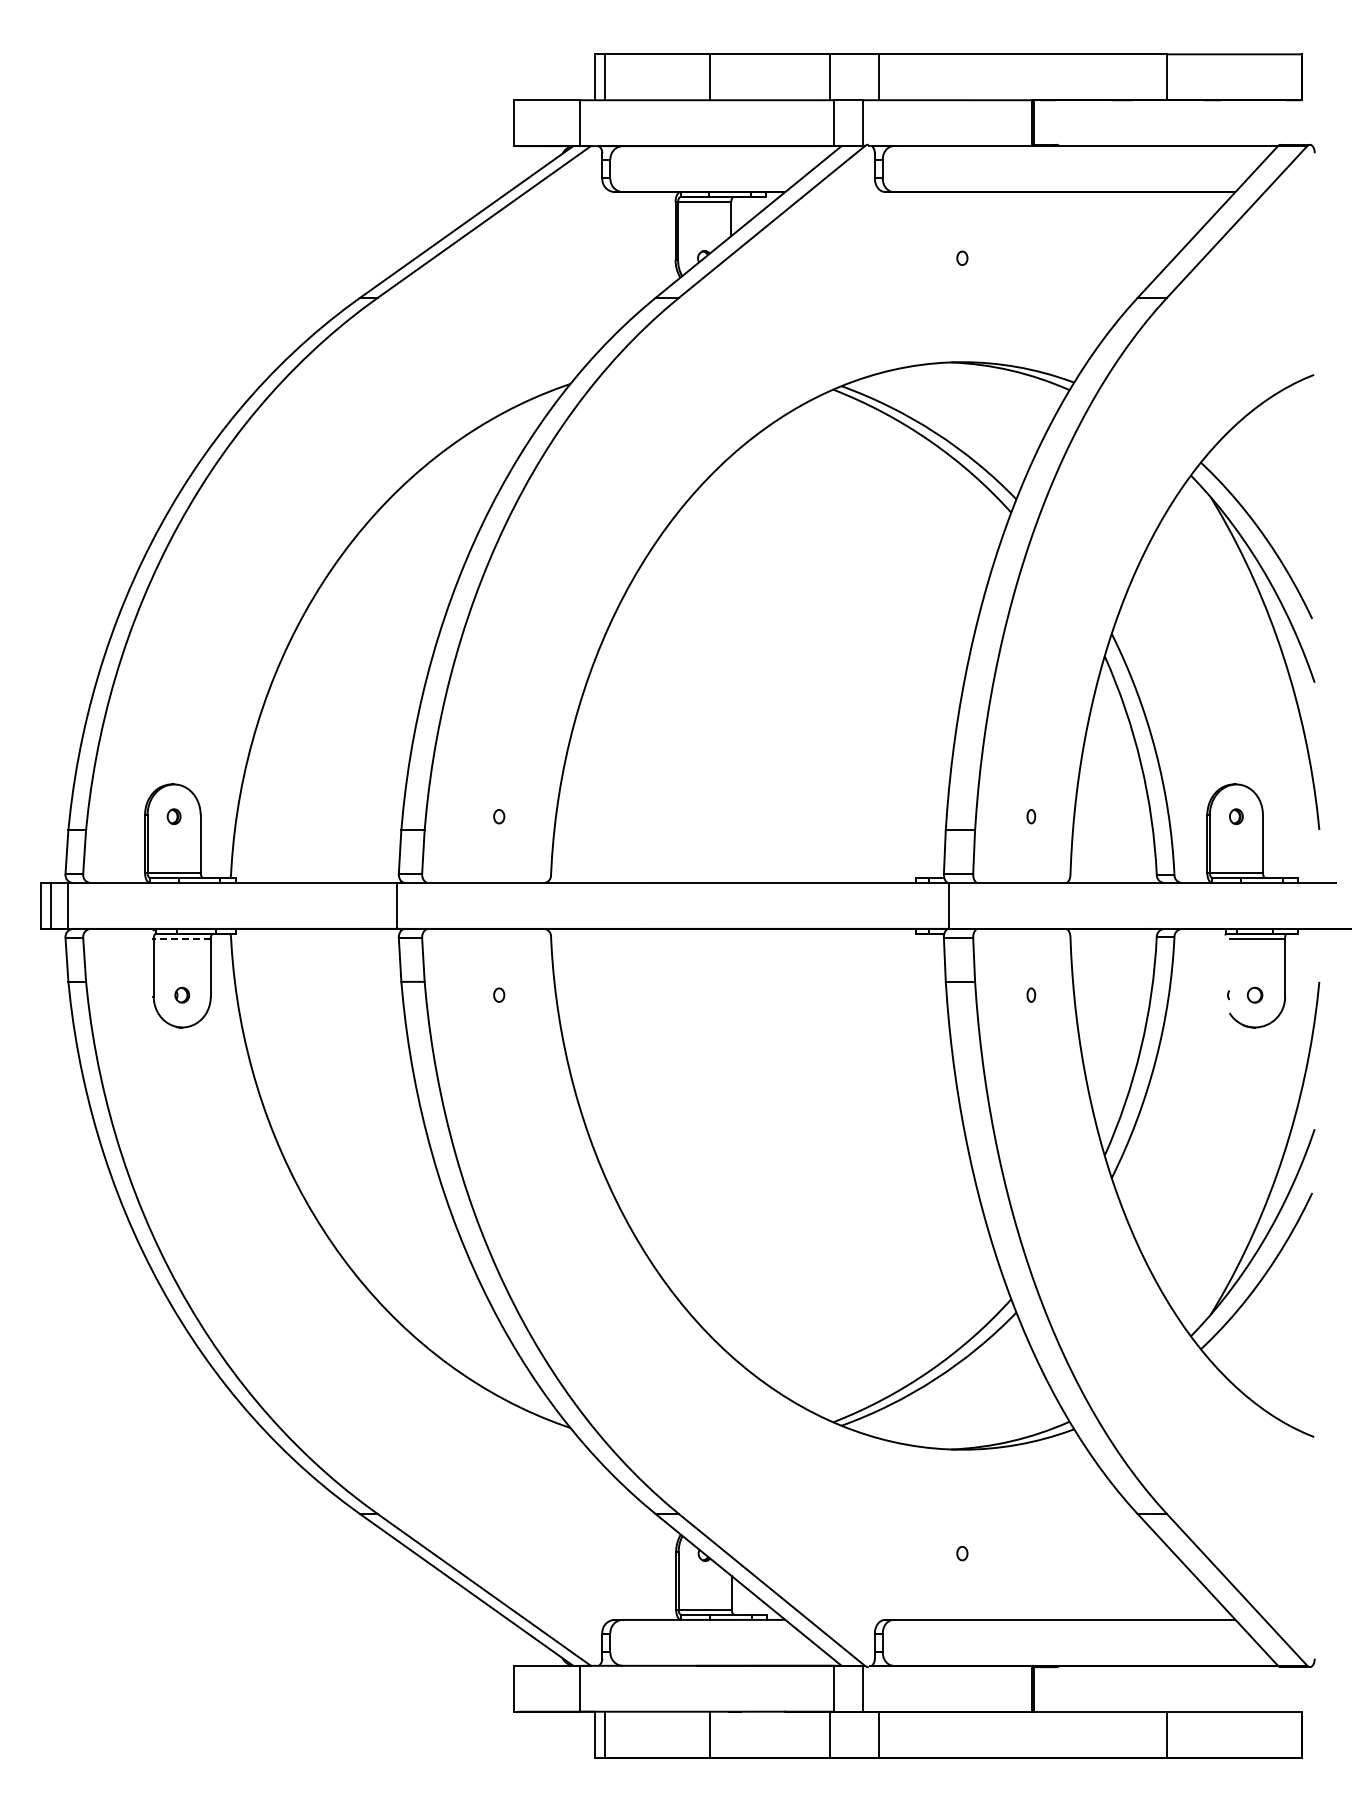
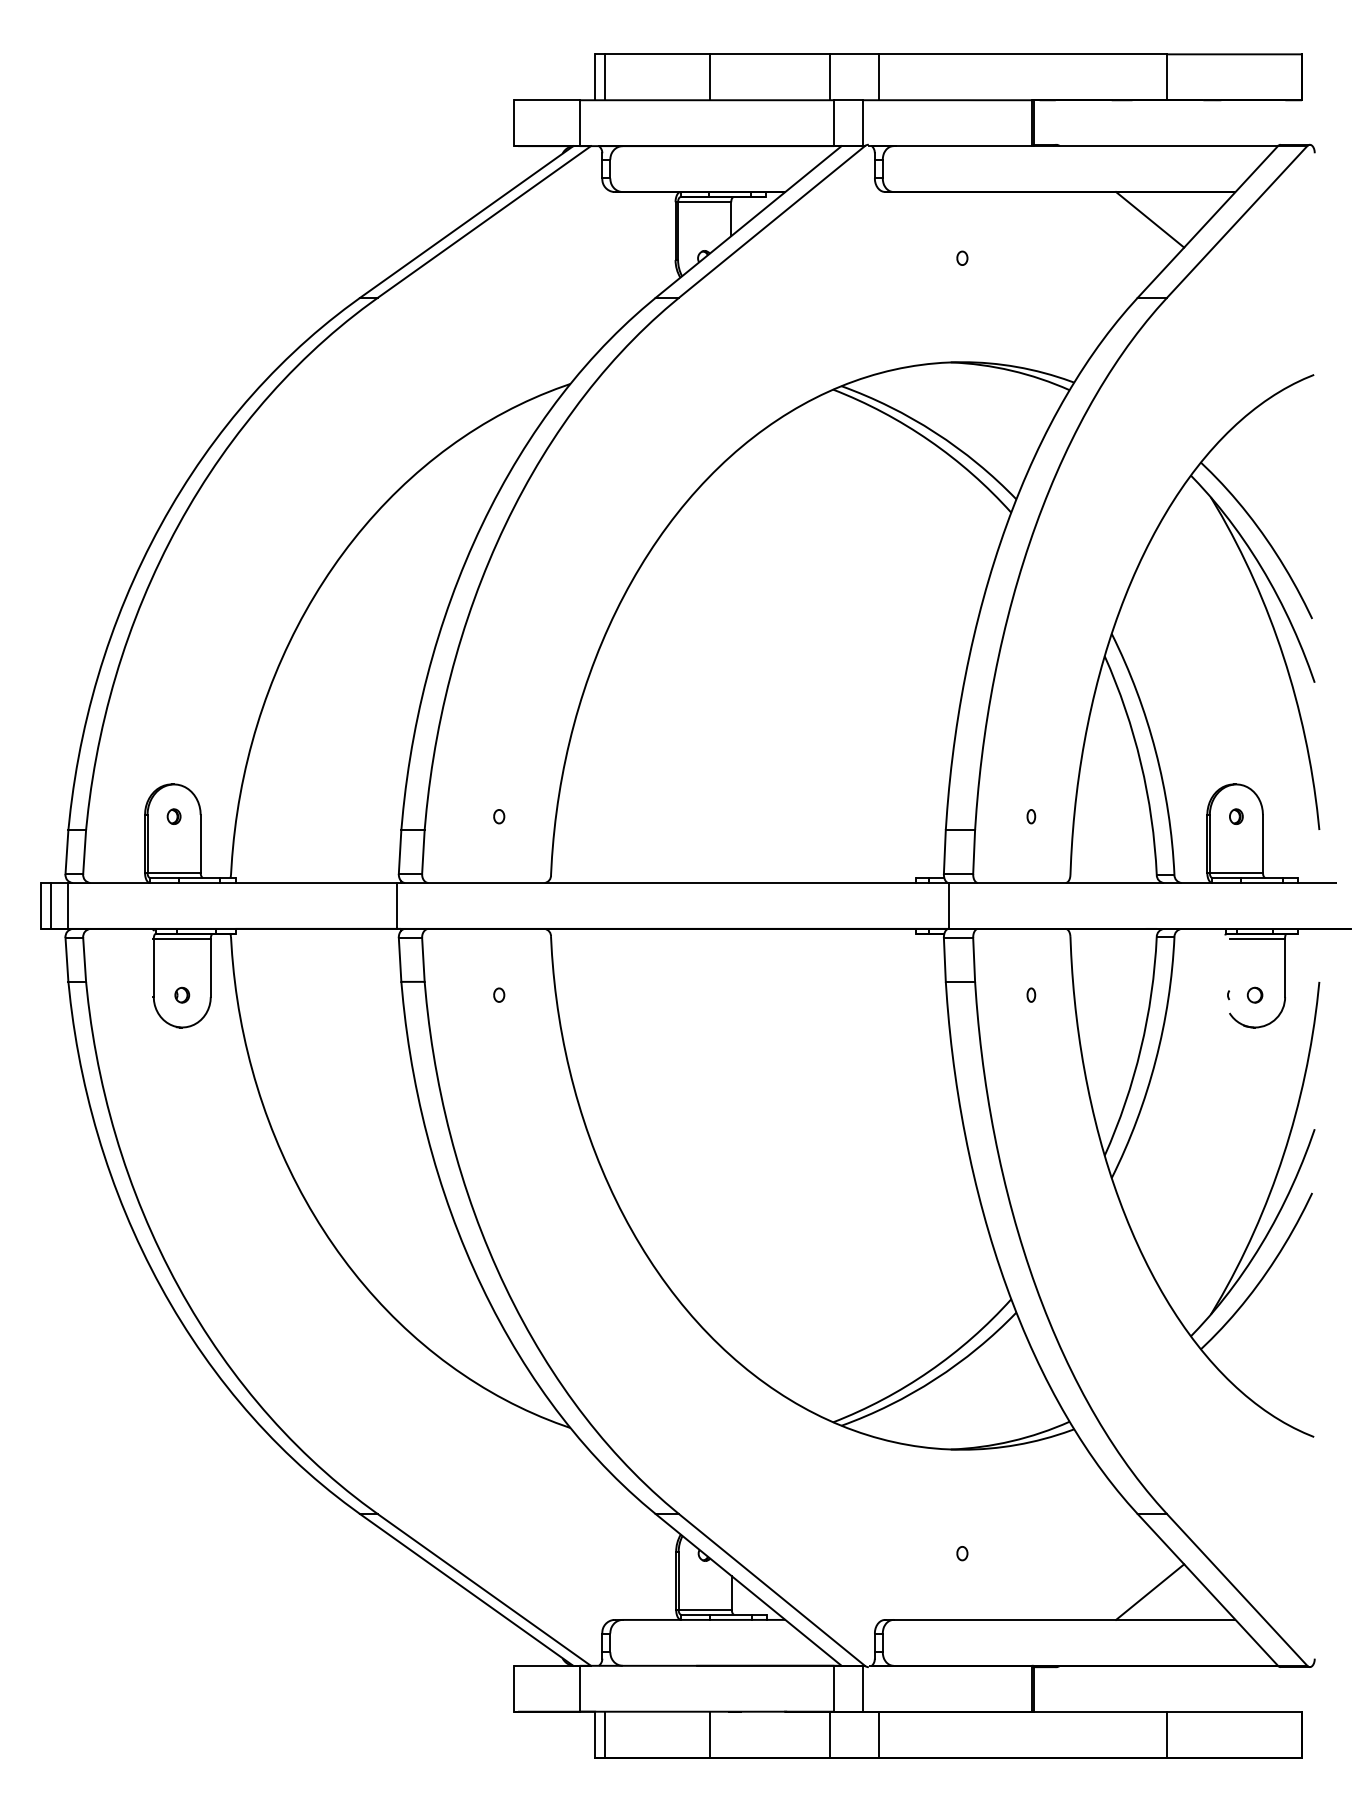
line at (1150, 219): none -> present
line at (182, 939): dashed -> solid
line at (1150, 1591): none -> present
